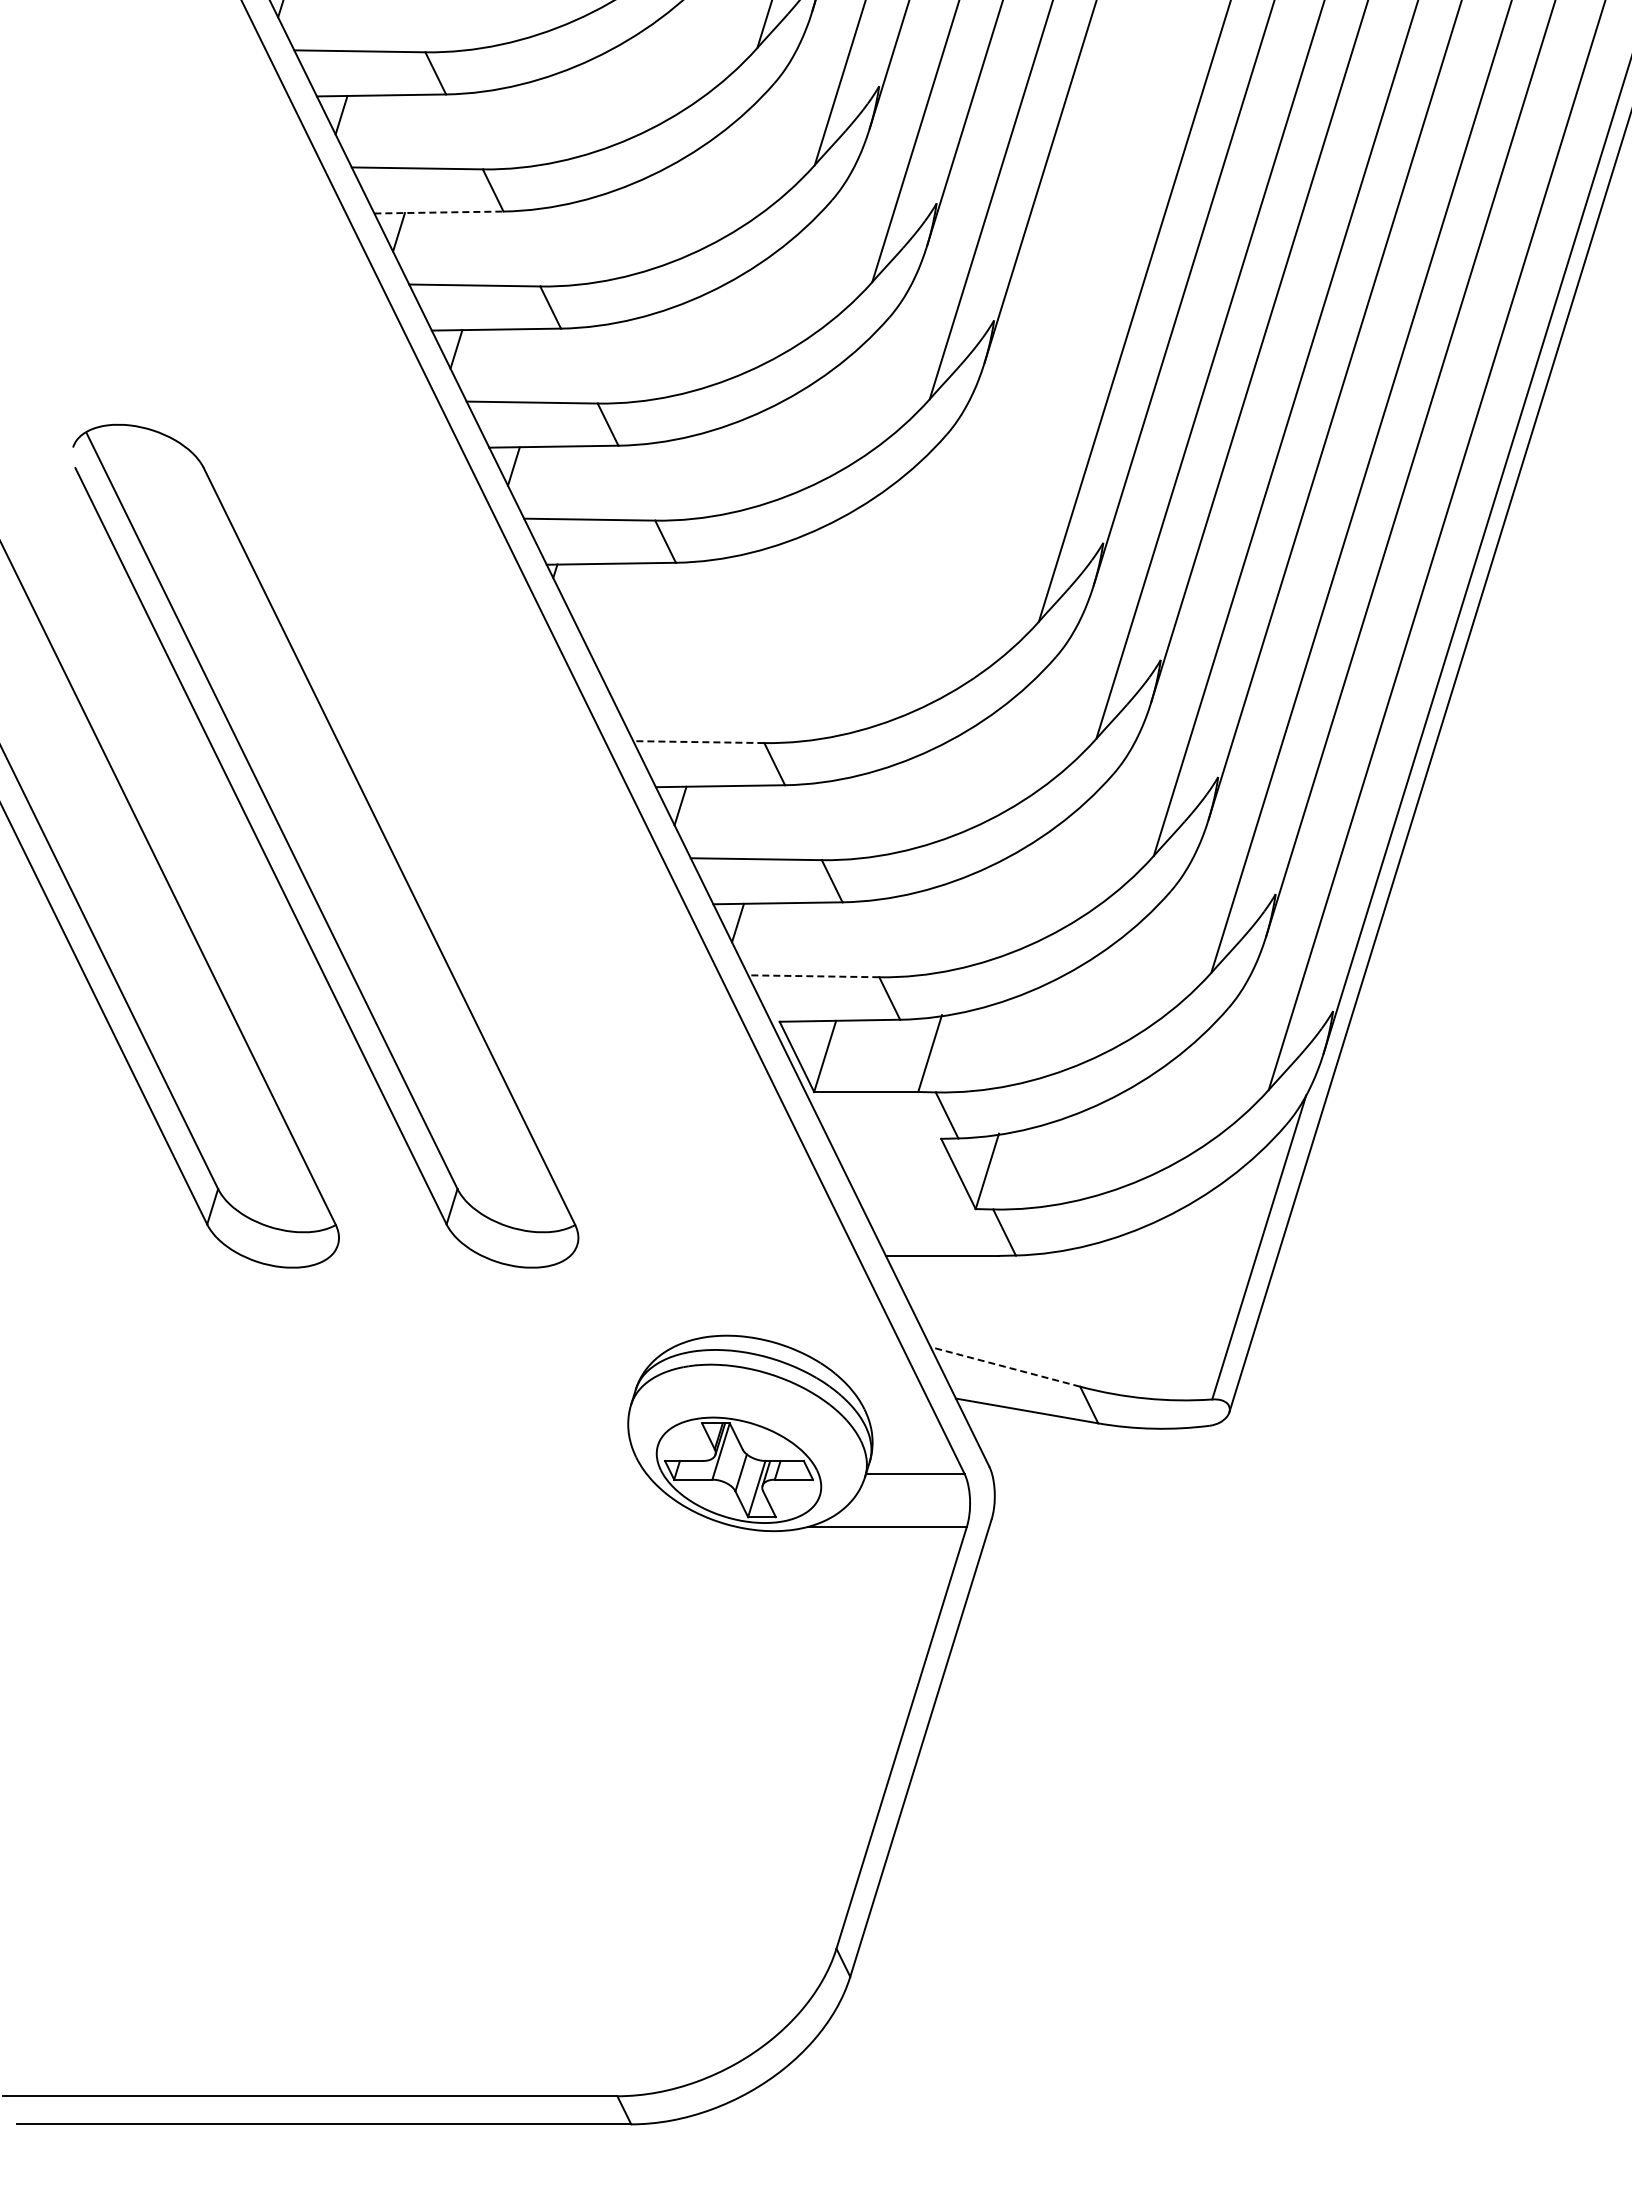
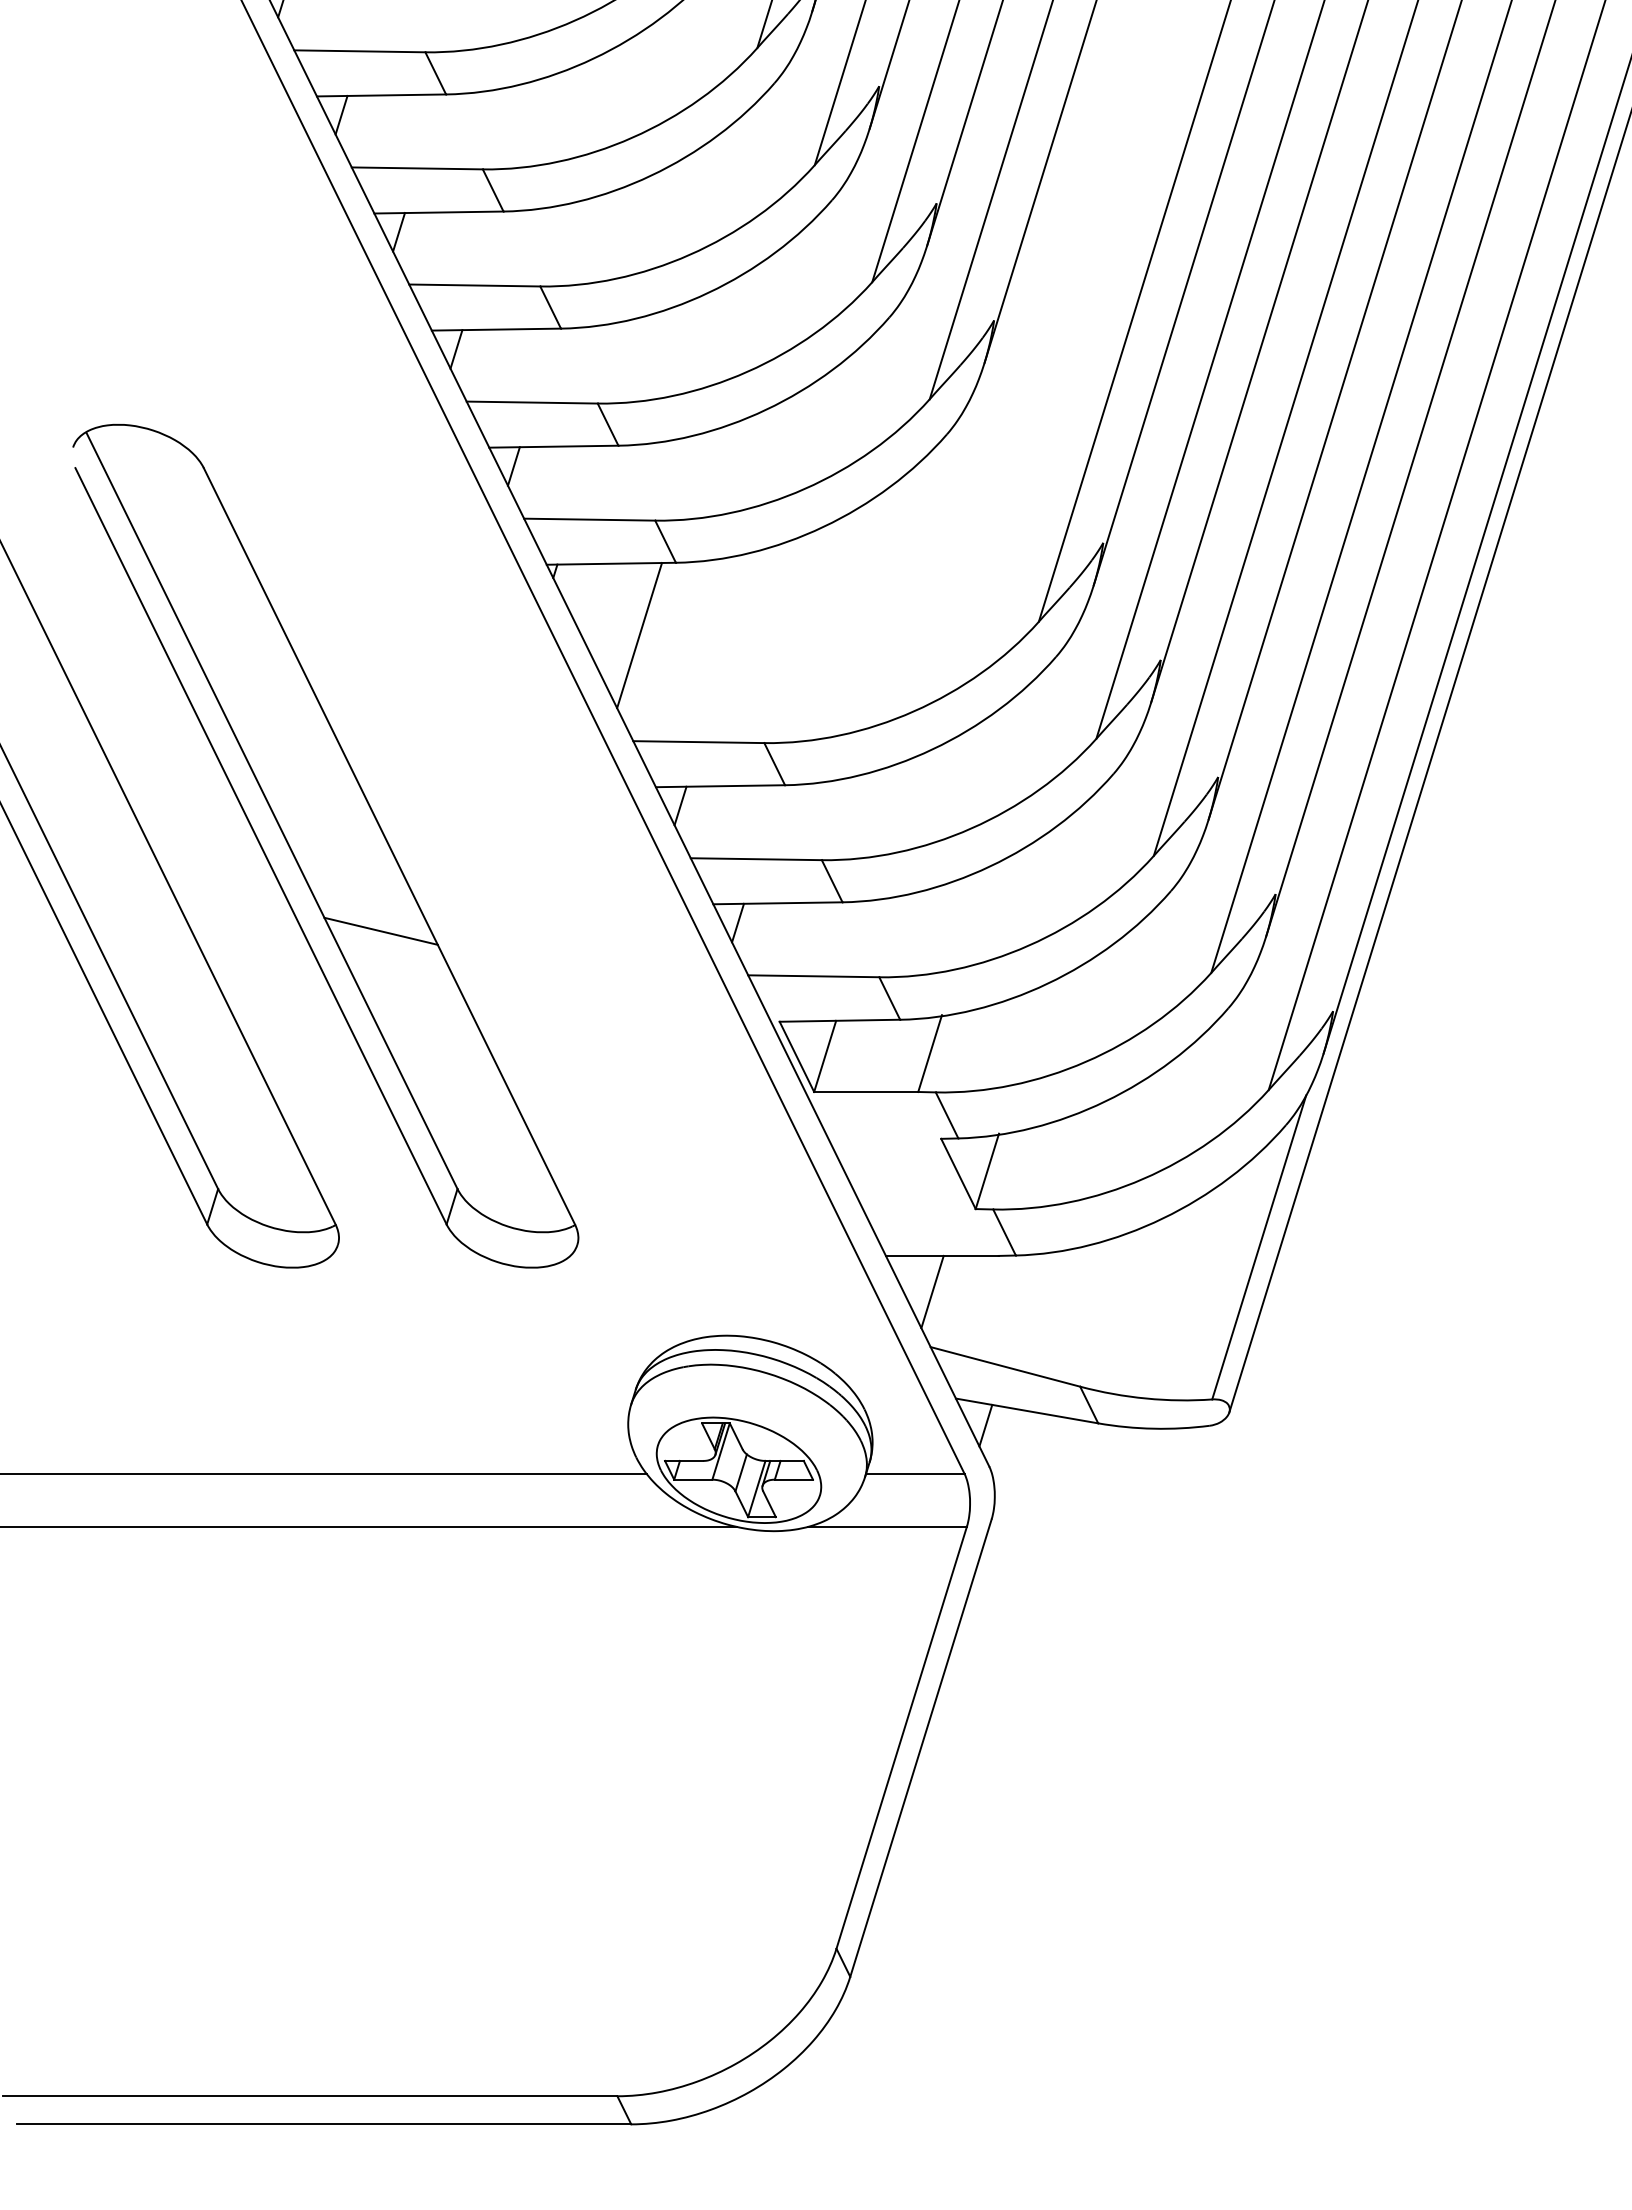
line at (438, 212): dashed -> solid
line at (639, 635): none -> present
line at (698, 742): dashed -> solid
line at (380, 930): none -> present
line at (813, 976): dashed -> solid
line at (932, 1291): none -> present
line at (1004, 1366): dashed -> solid
line at (985, 1425): none -> present
line at (324, 1473): none -> present
line at (369, 1526): none -> present
